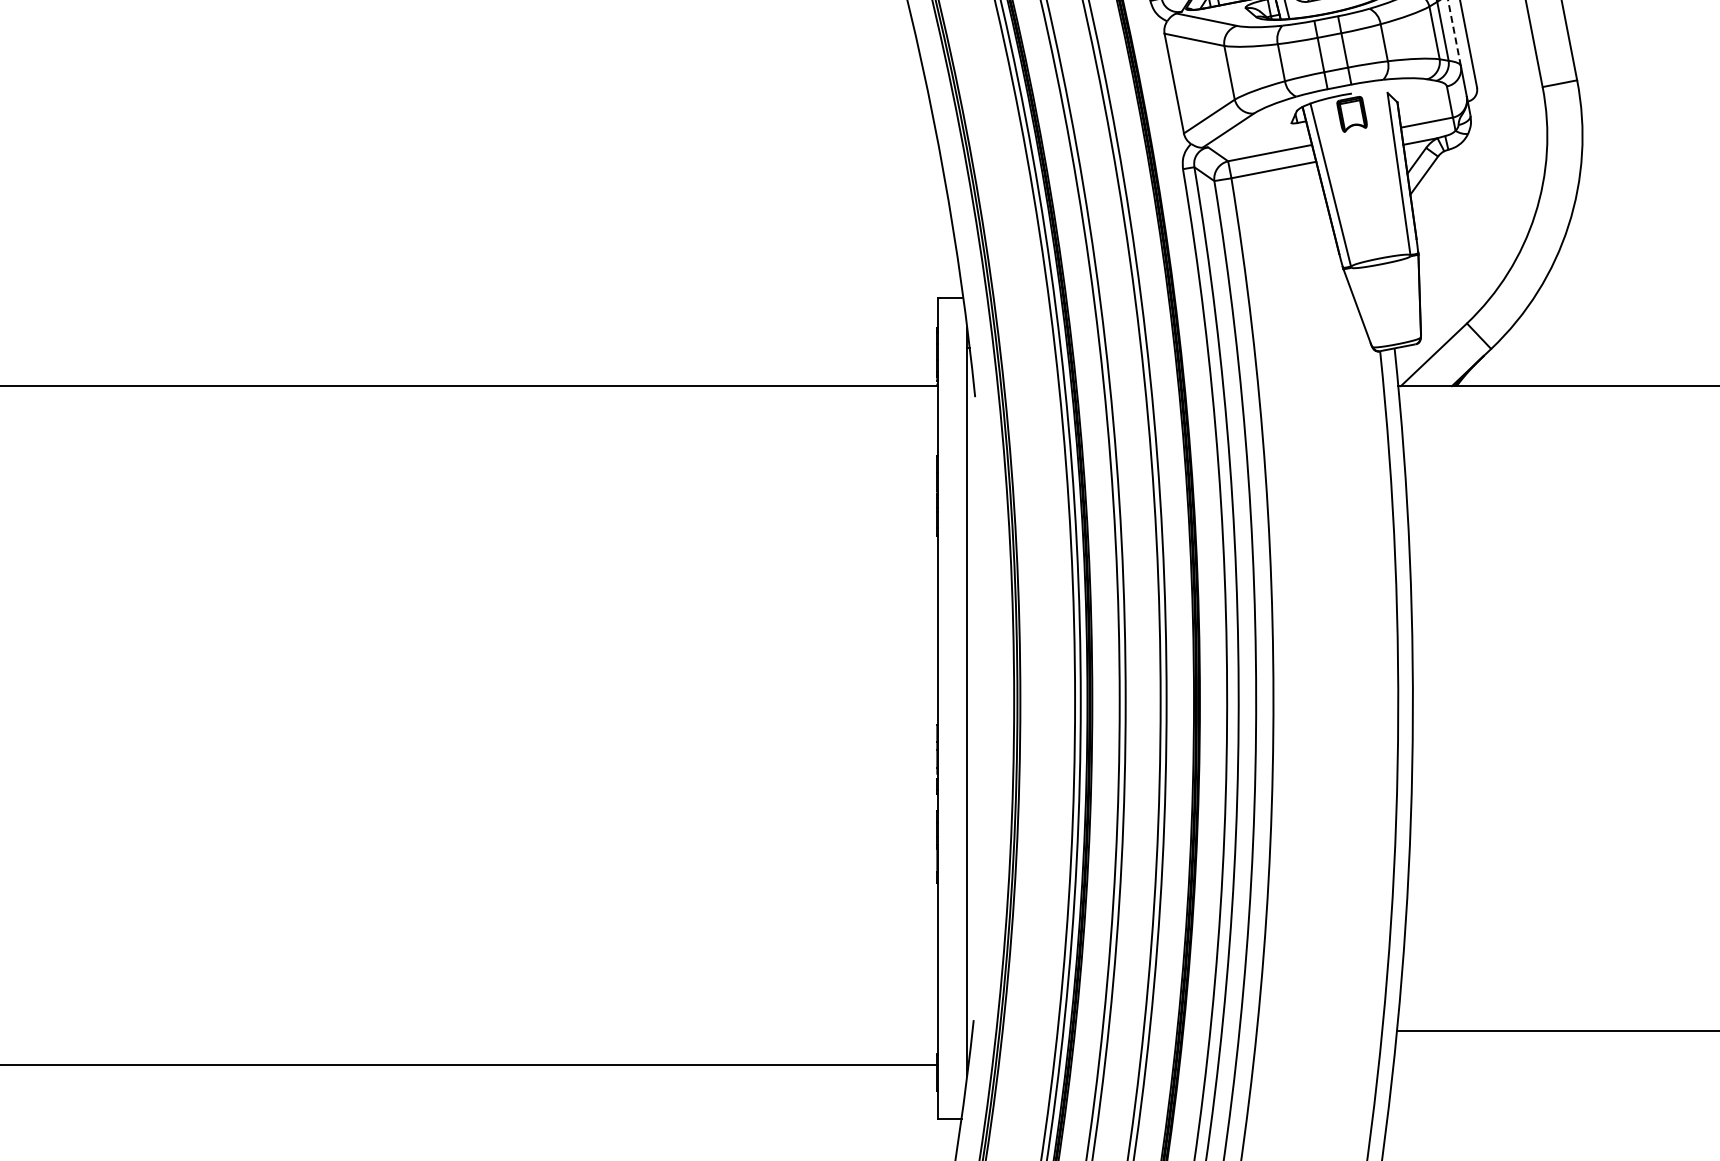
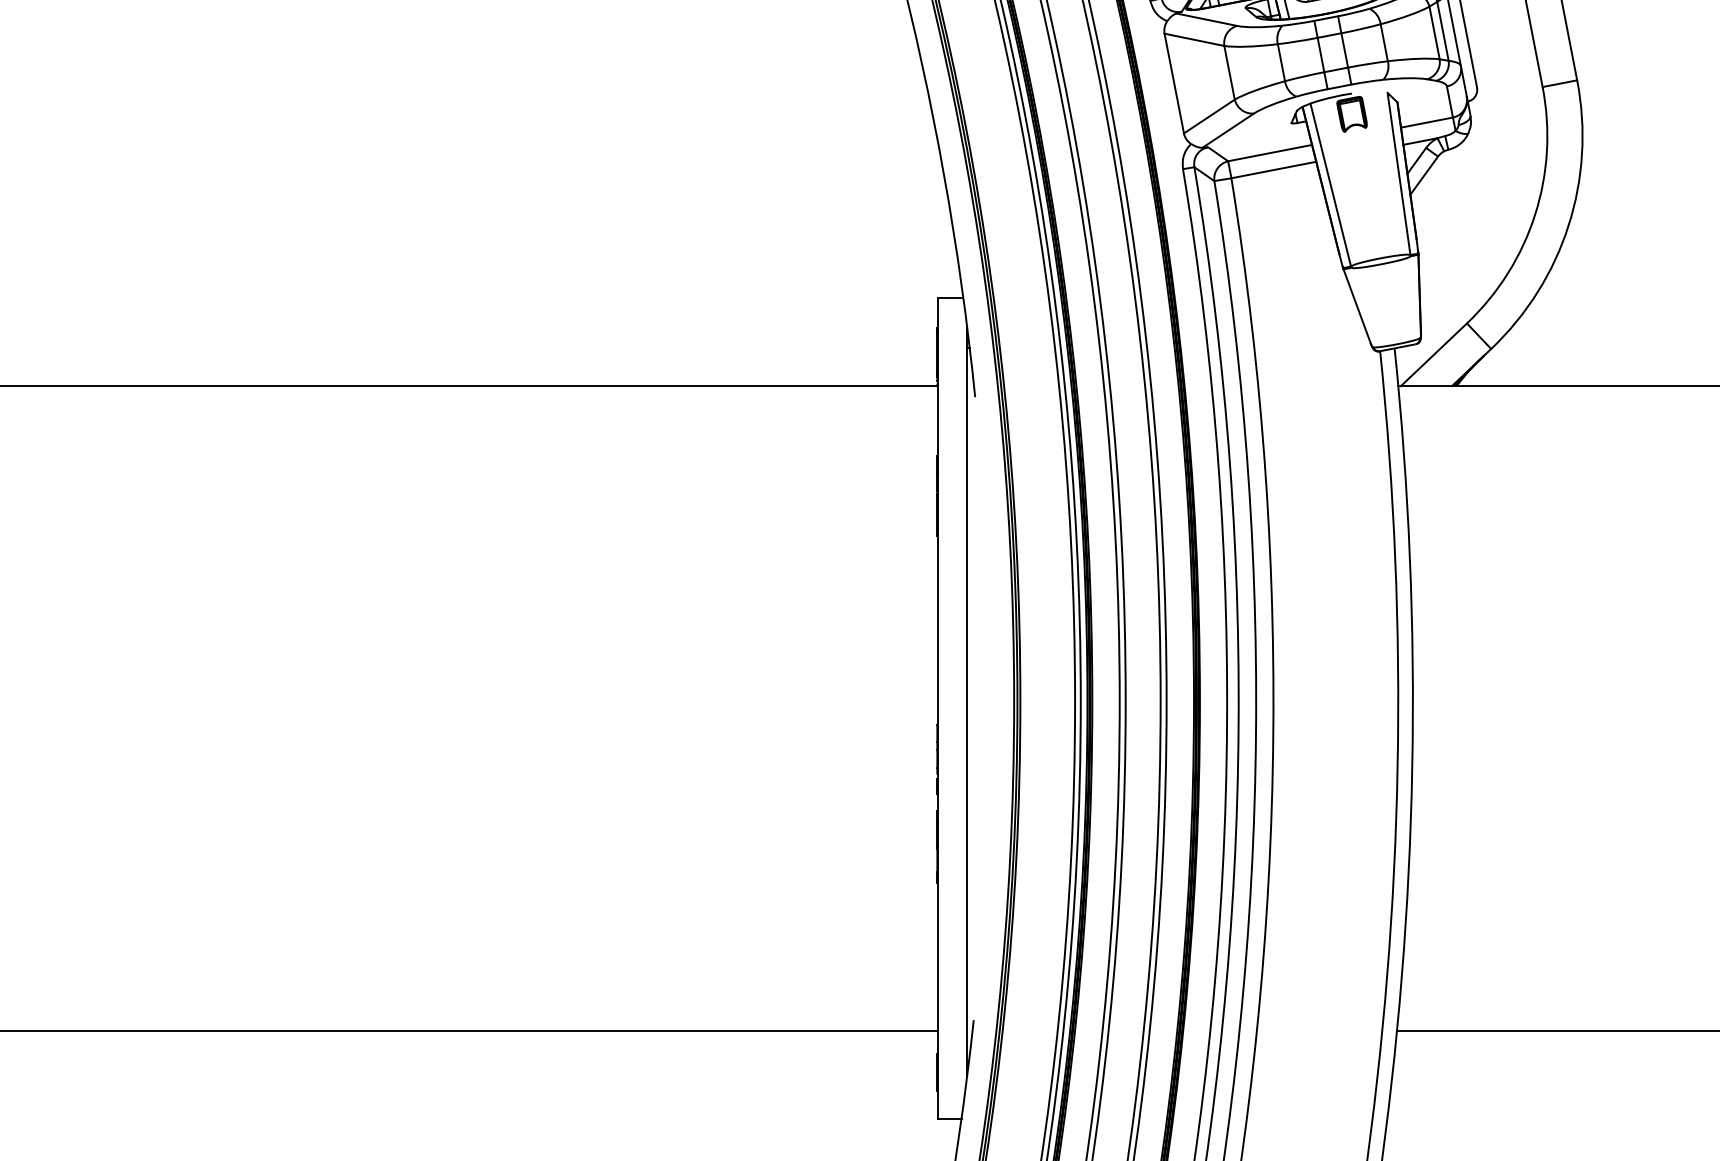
line at (1454, 32): dashed -> solid
line at (469, 1065) position: (469, 1065) -> (469, 1031)
